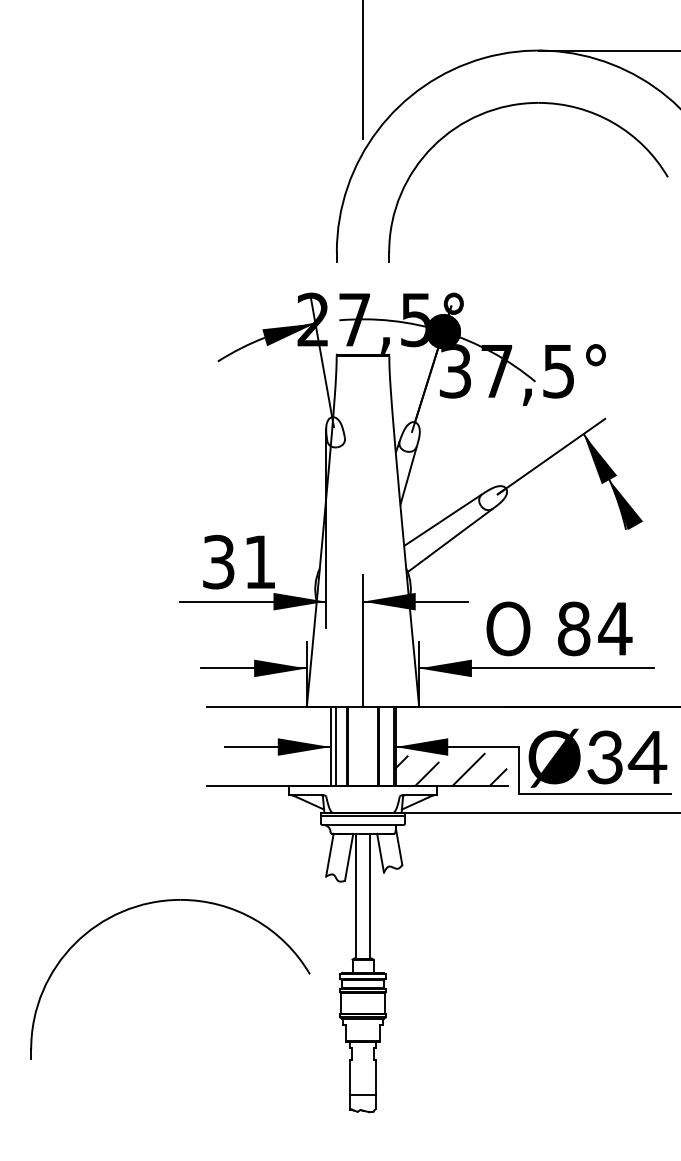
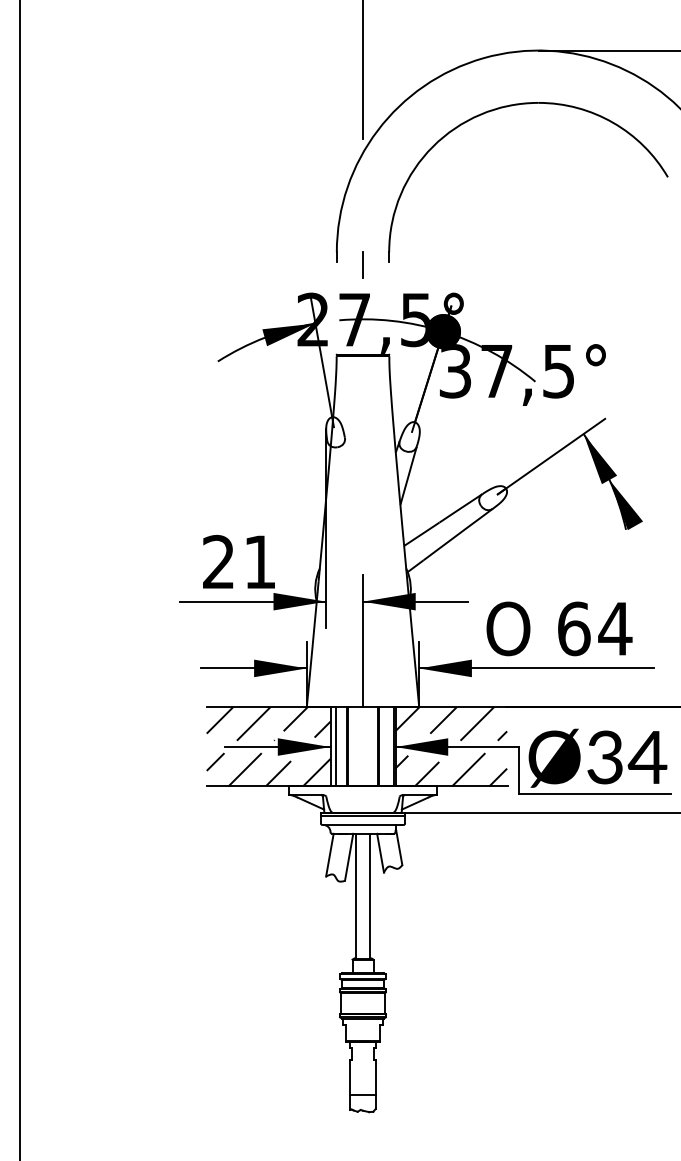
line at (363, 265): none -> present
text at (218, 562): 31 -> 21
line at (20, 579): none -> present
text at (574, 628): 84 -> 64
hatch at (451, 723): none -> present
hatch at (268, 746): none -> present
part at (160, 902): present -> none
